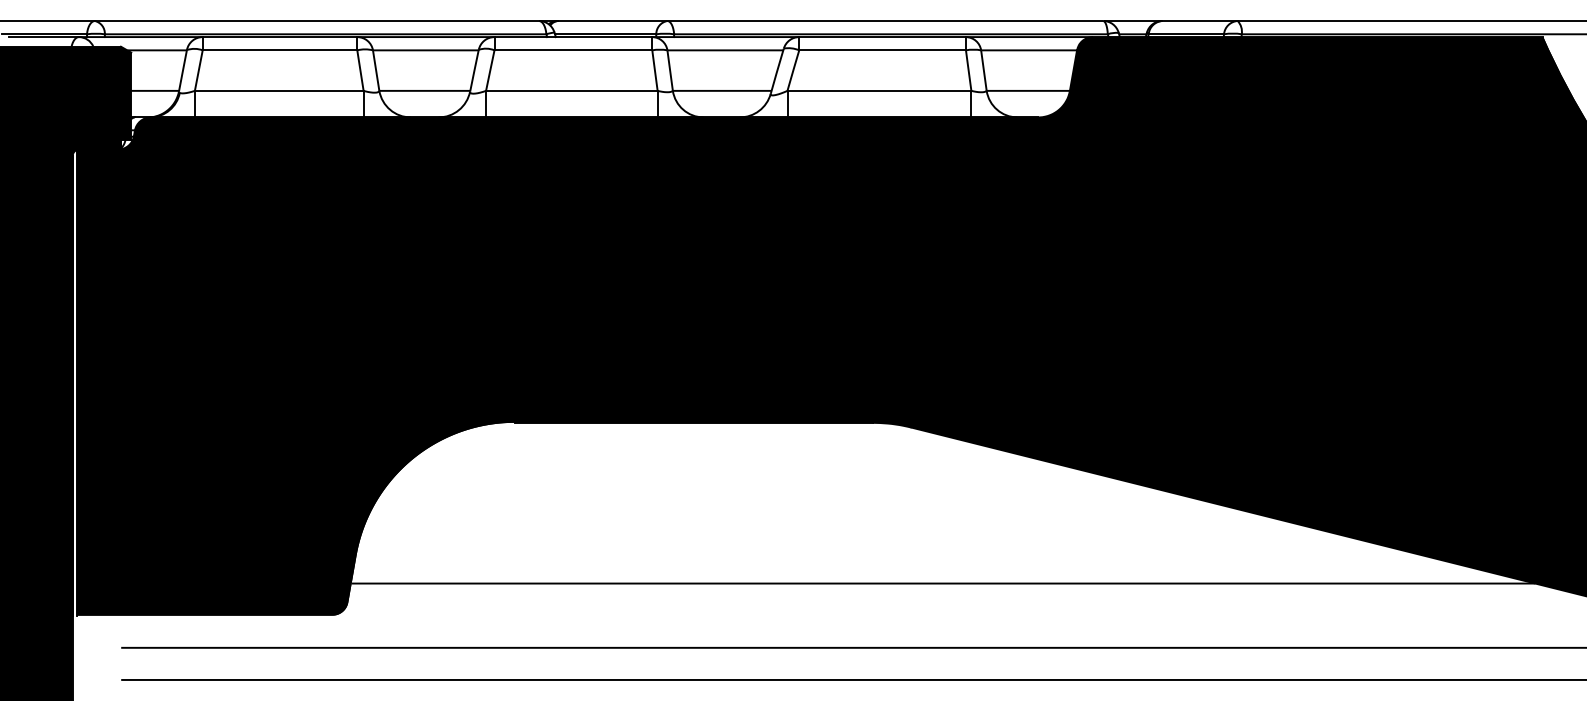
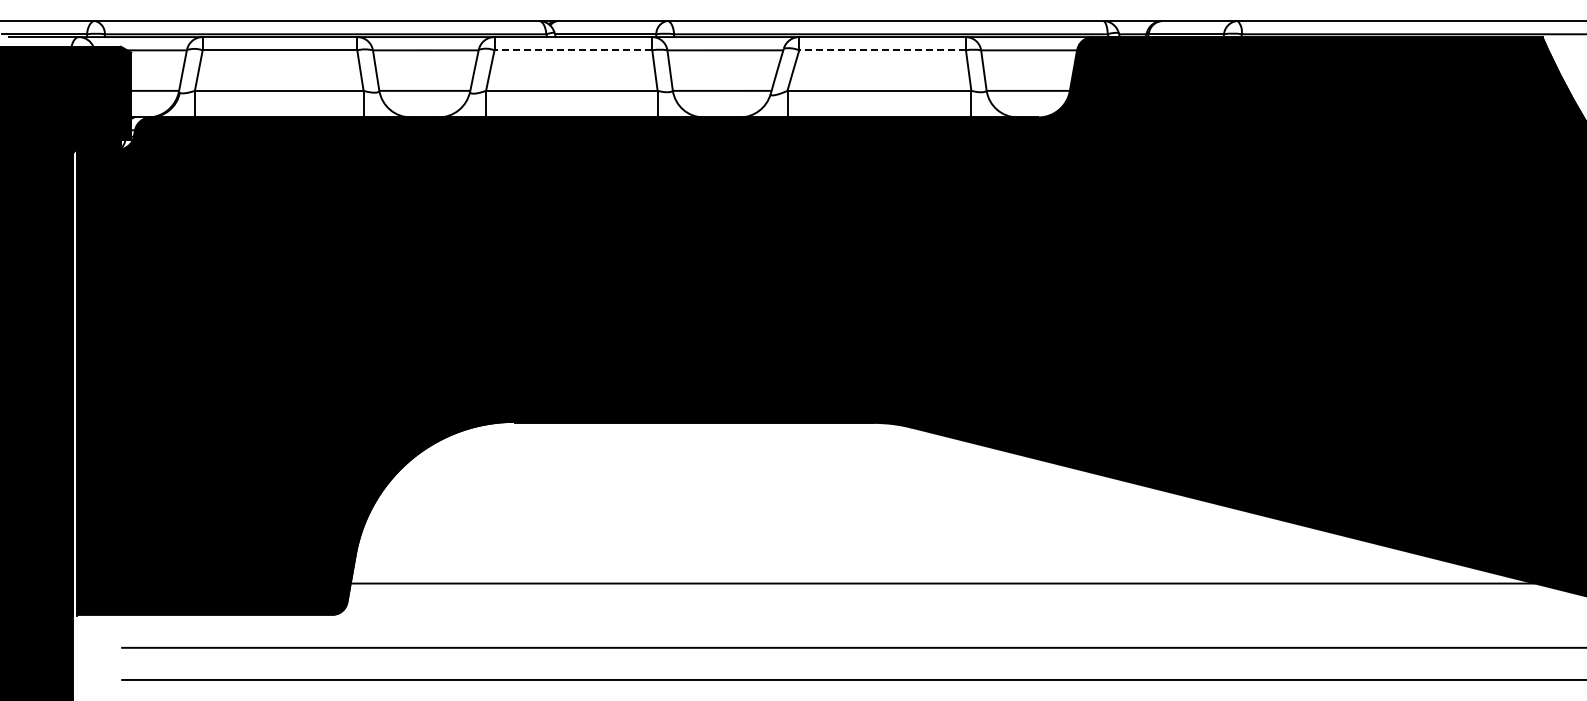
line at (573, 50): solid -> dashed
line at (882, 50): solid -> dashed
